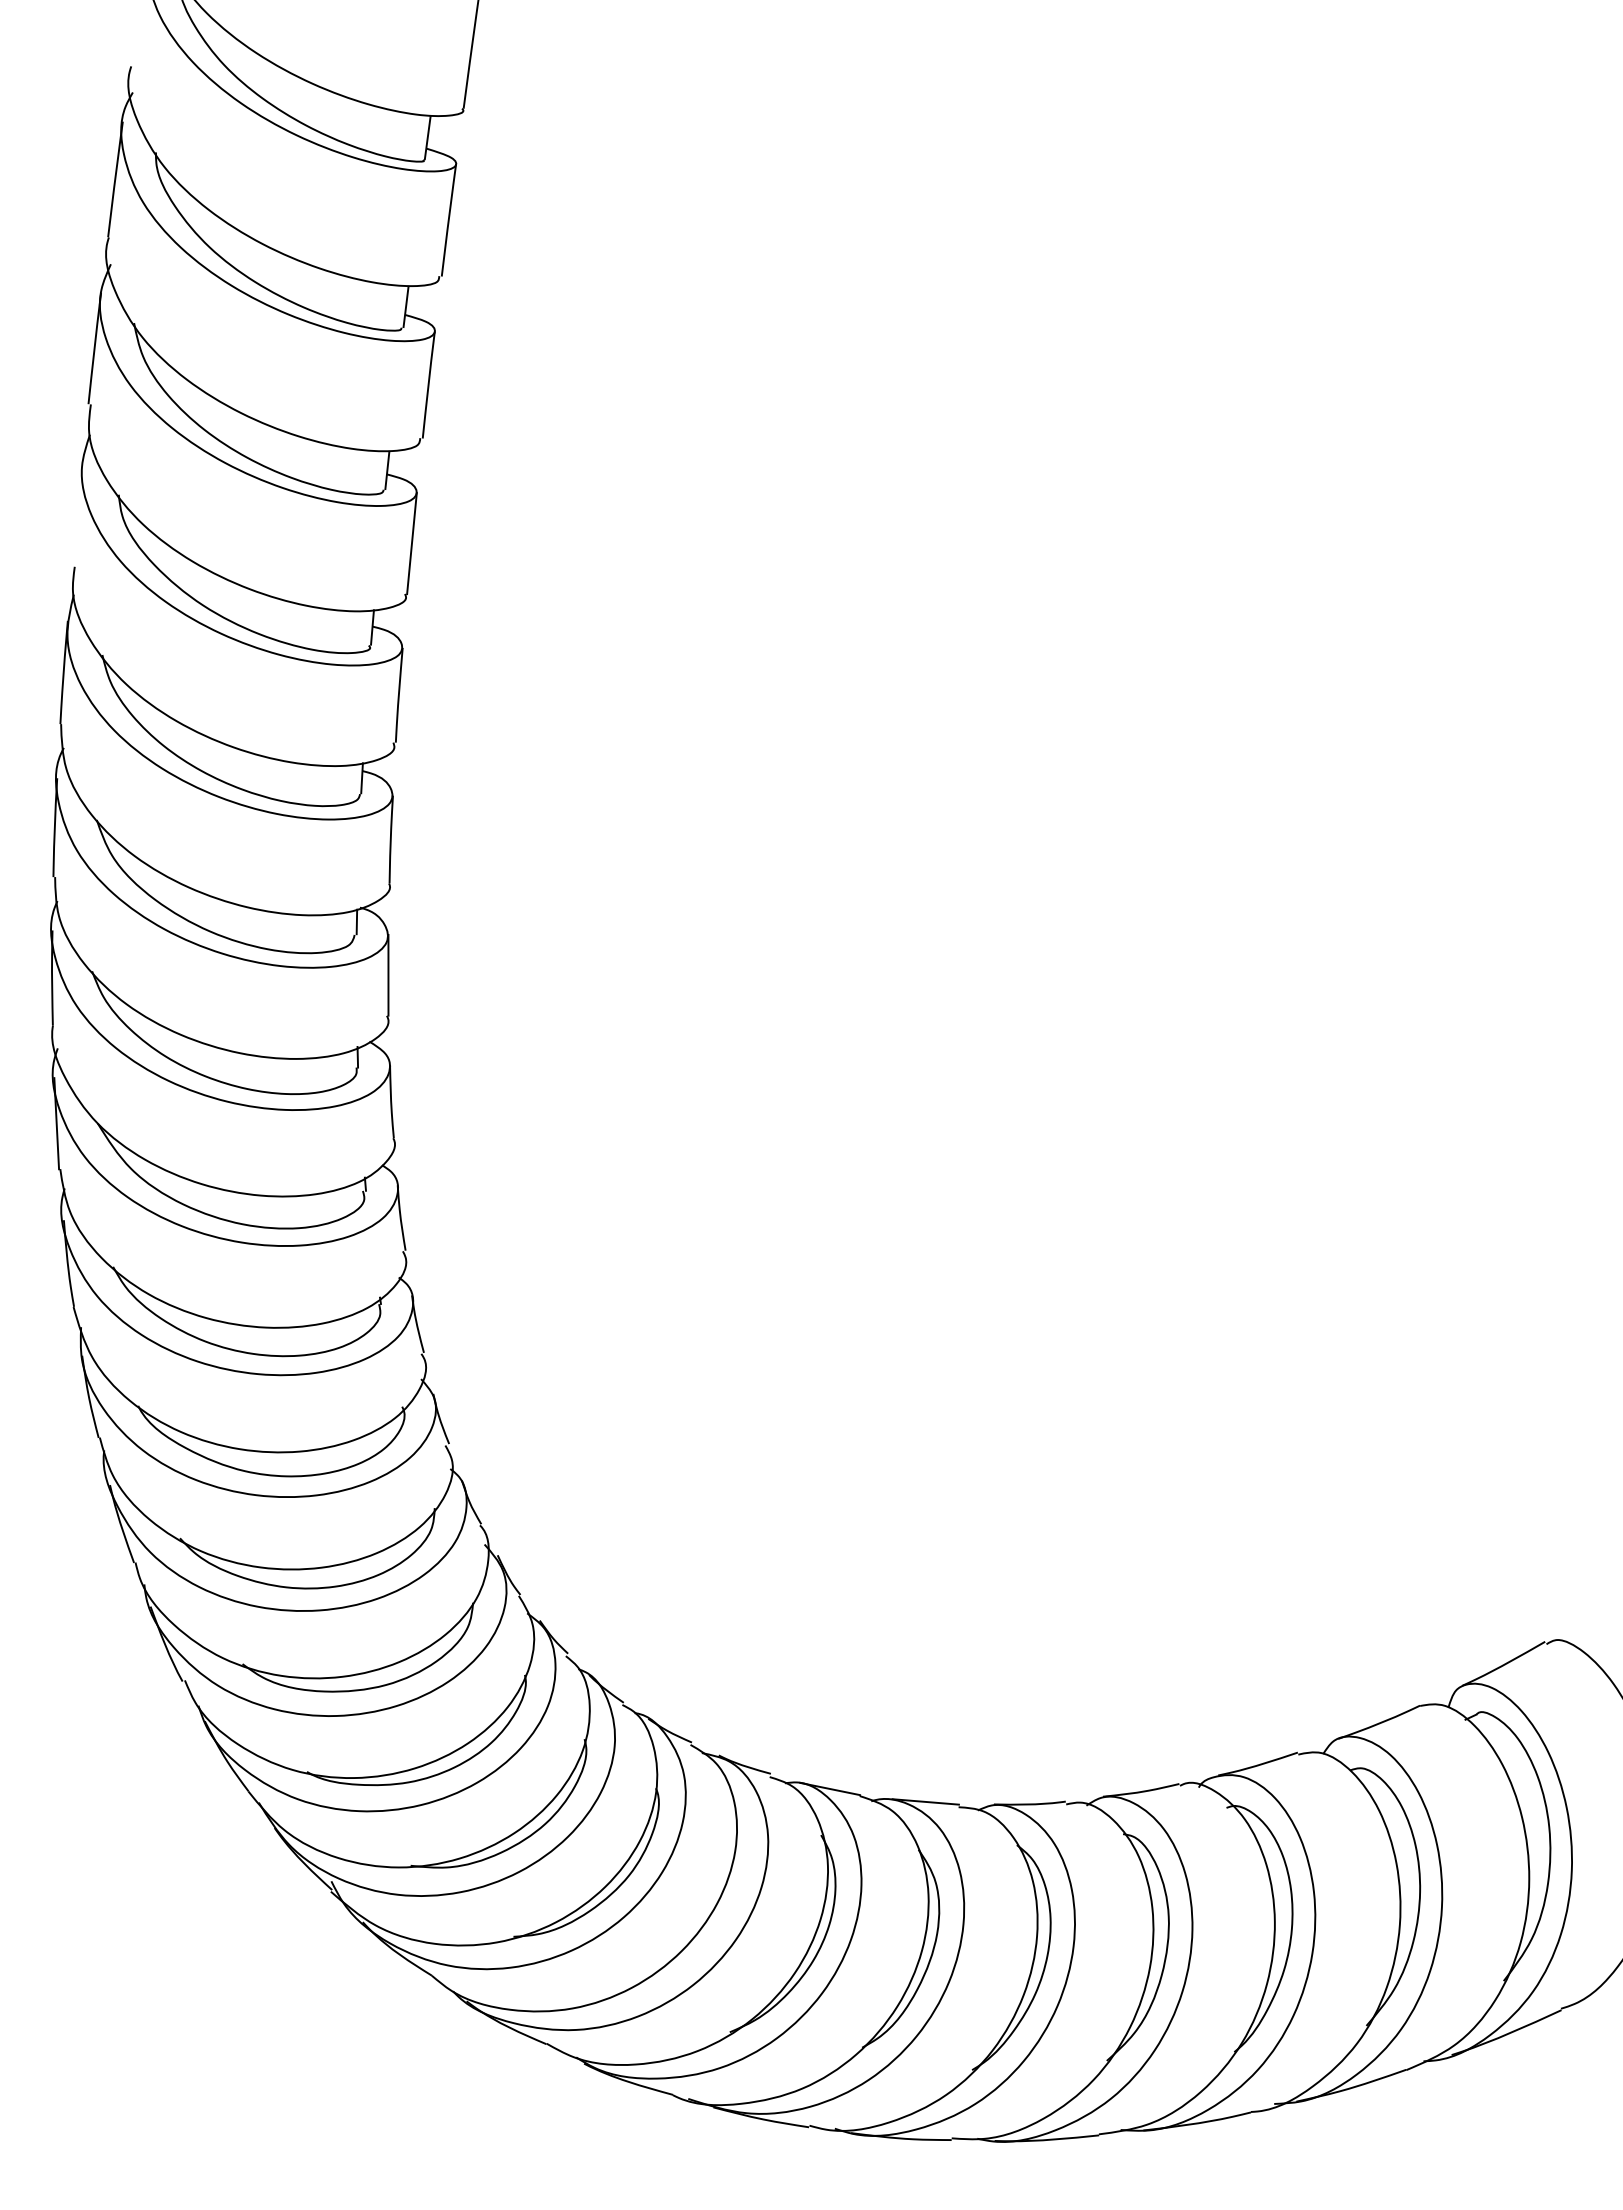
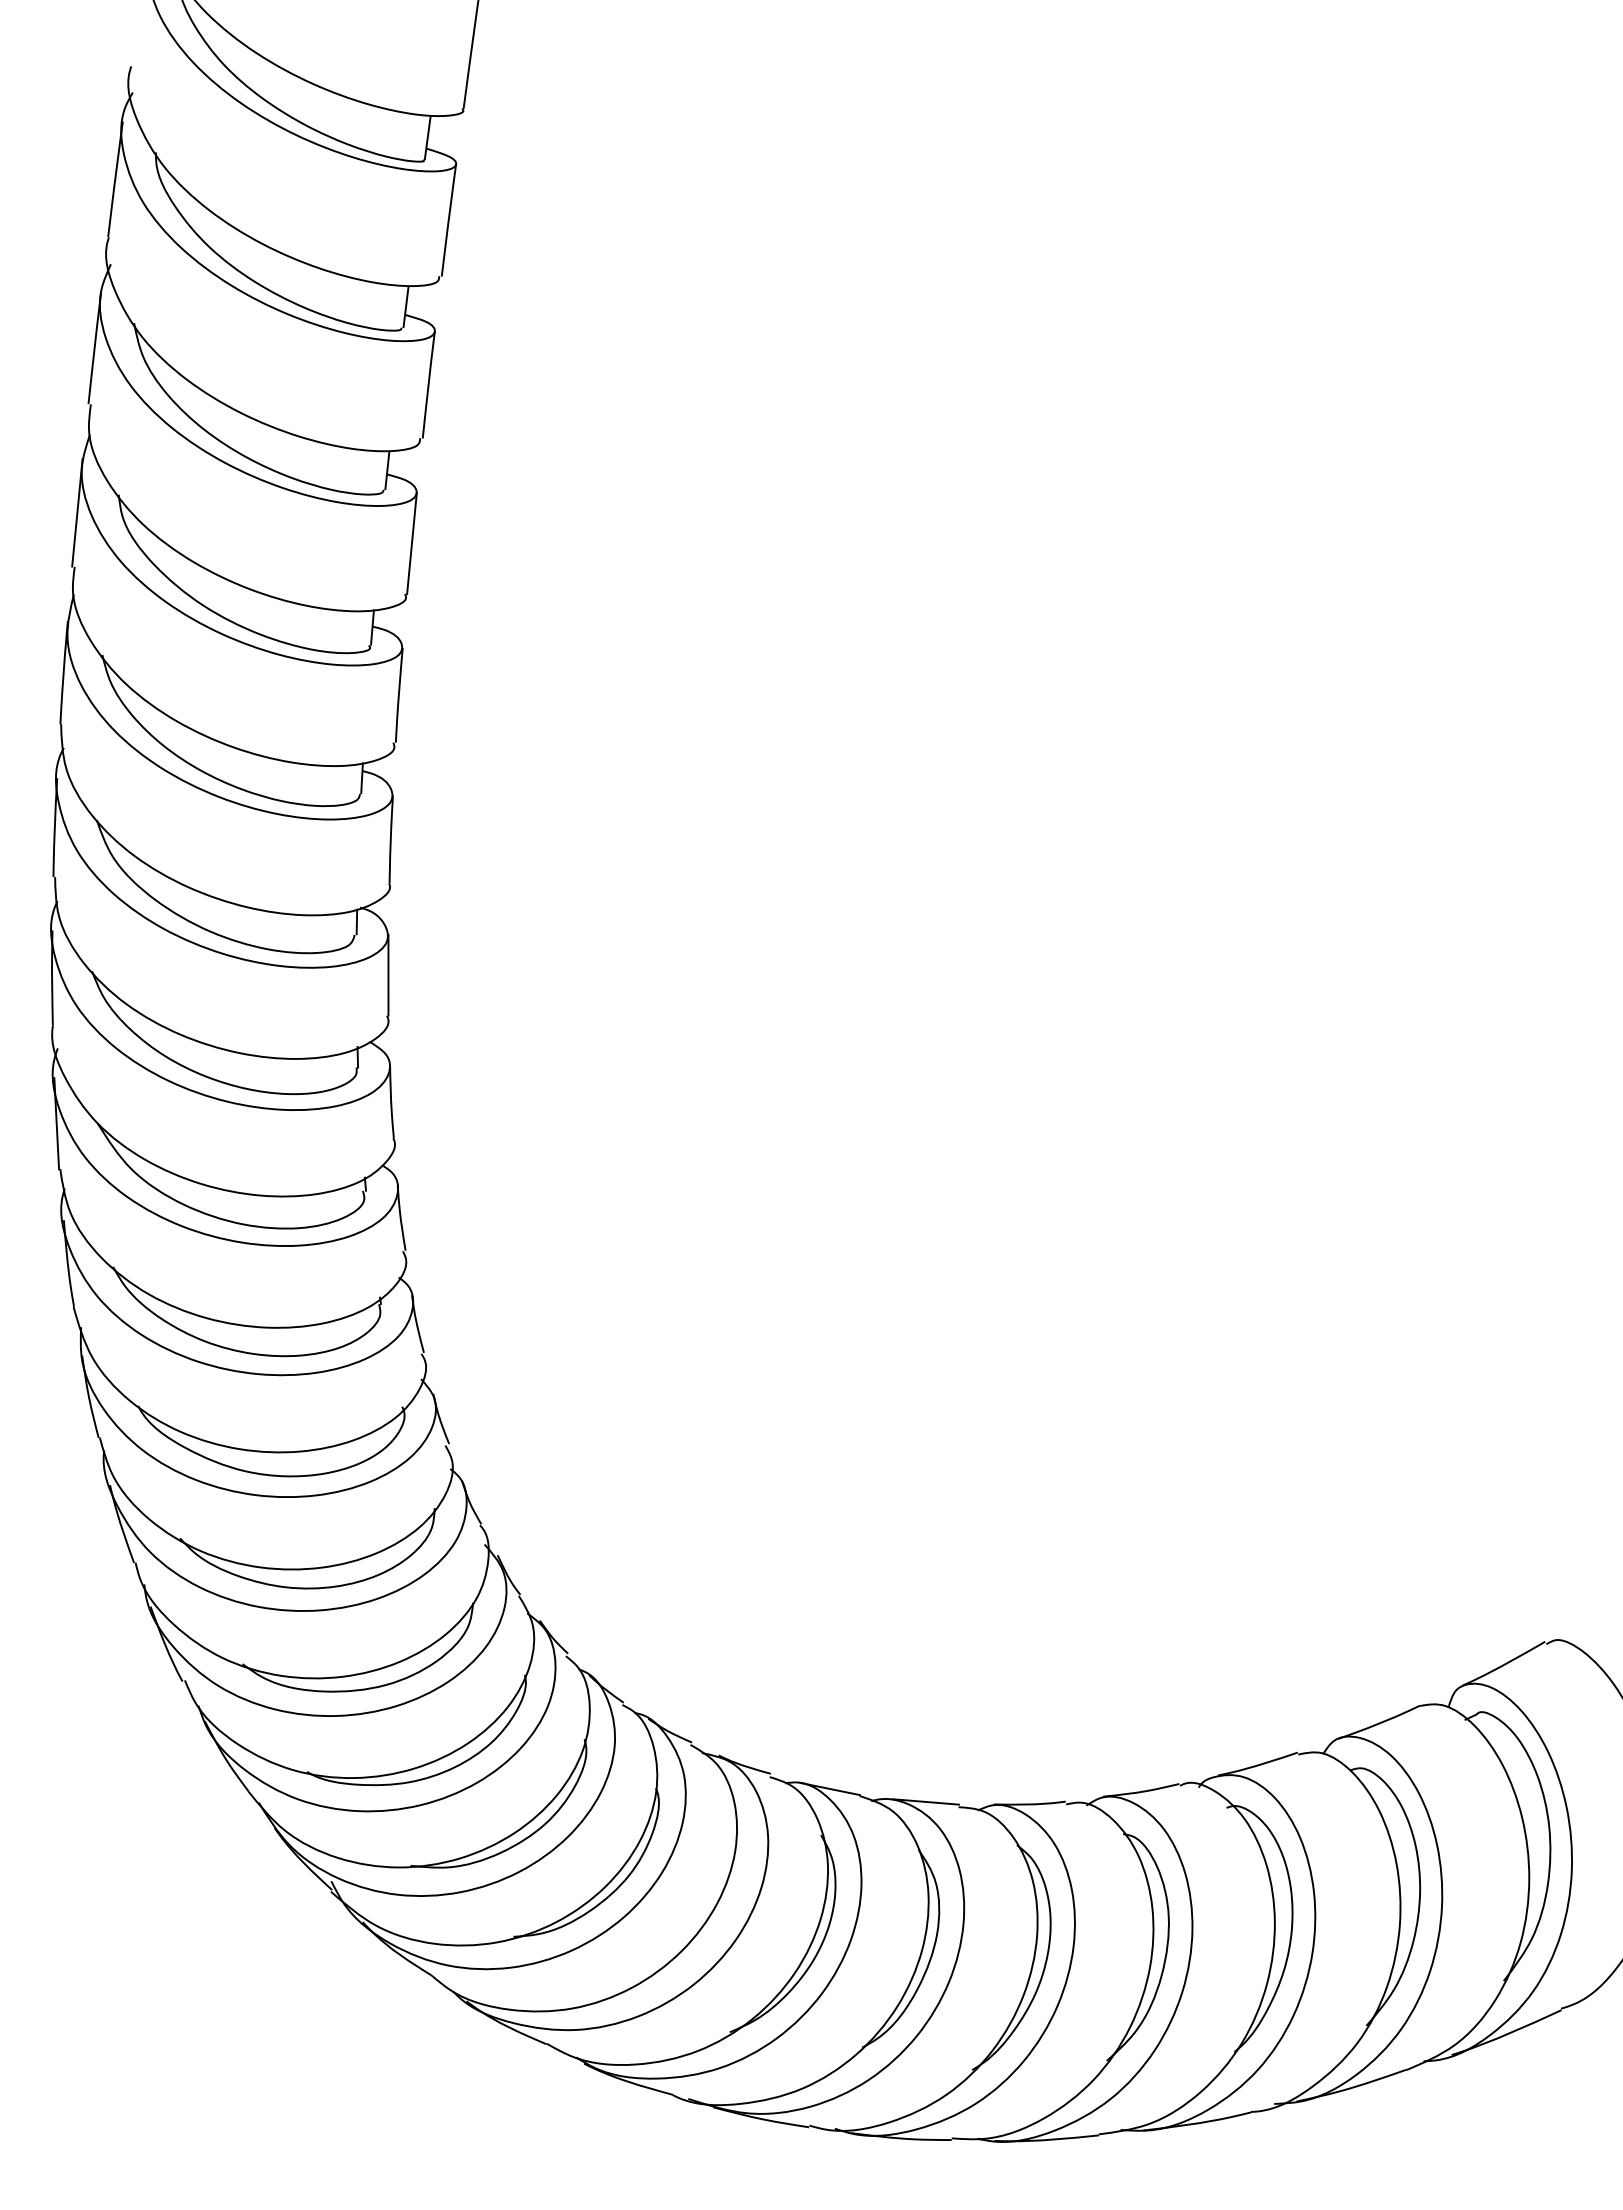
line at (77, 512): none -> present
